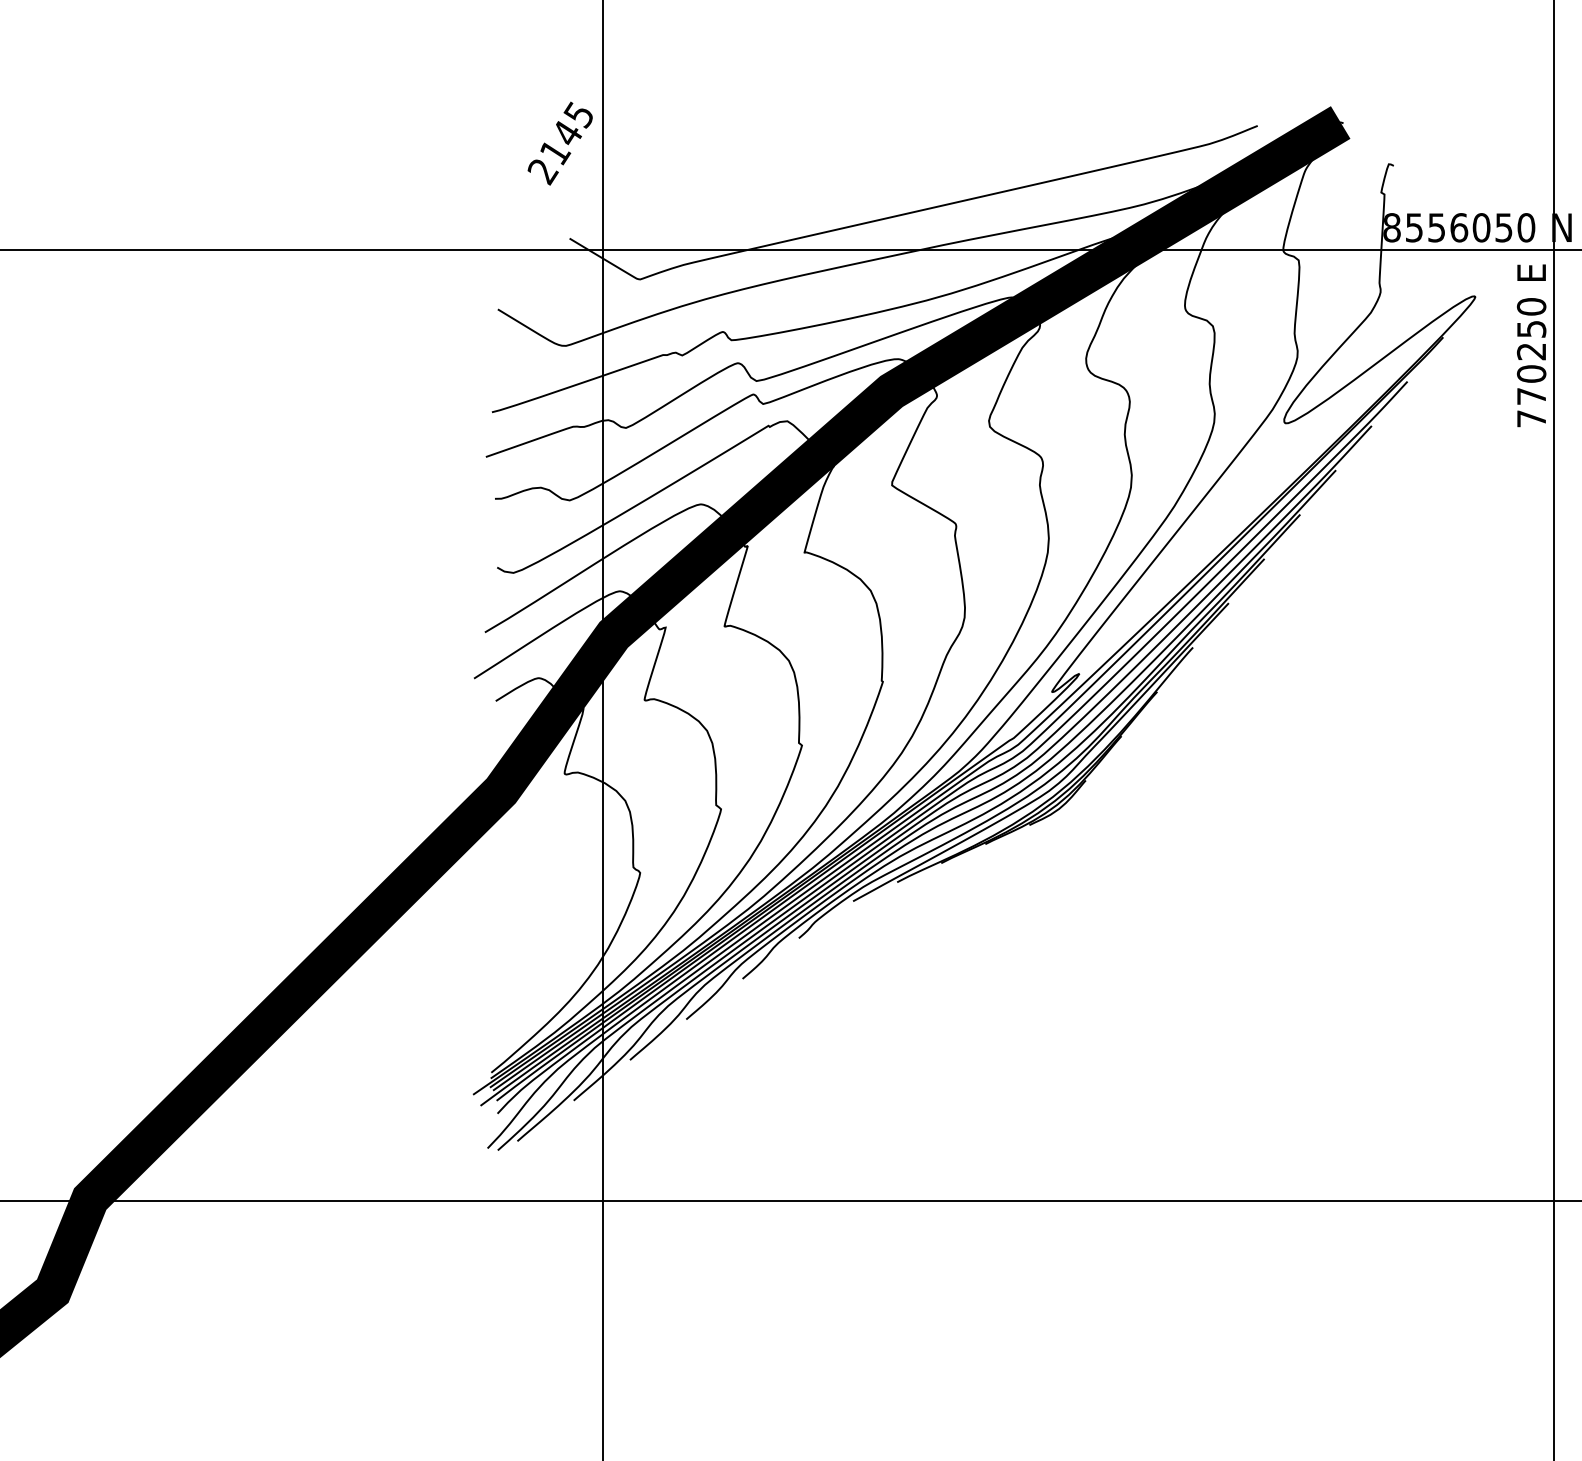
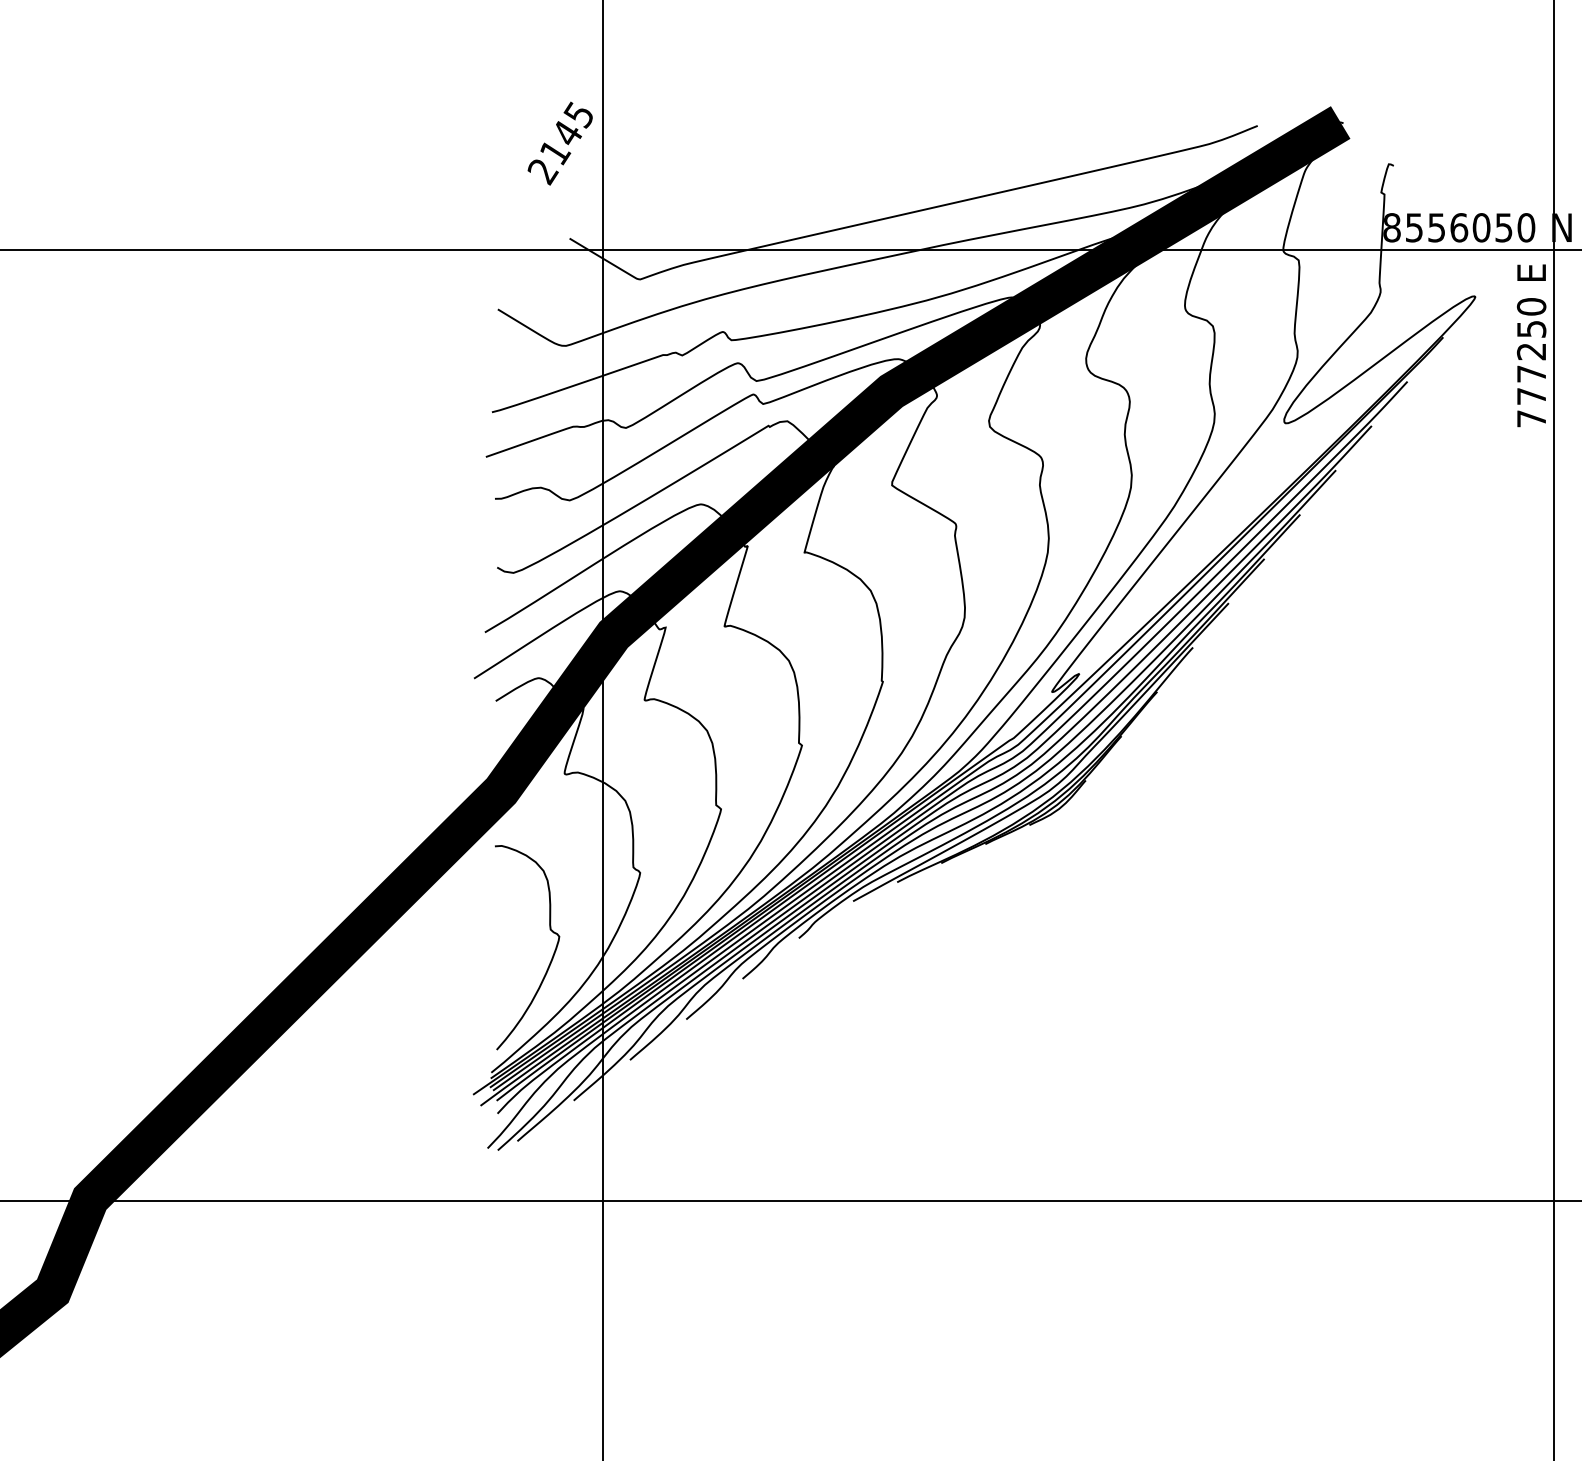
text at (1531, 373): 770250 -> 777250
curve at (551, 957): none -> present
